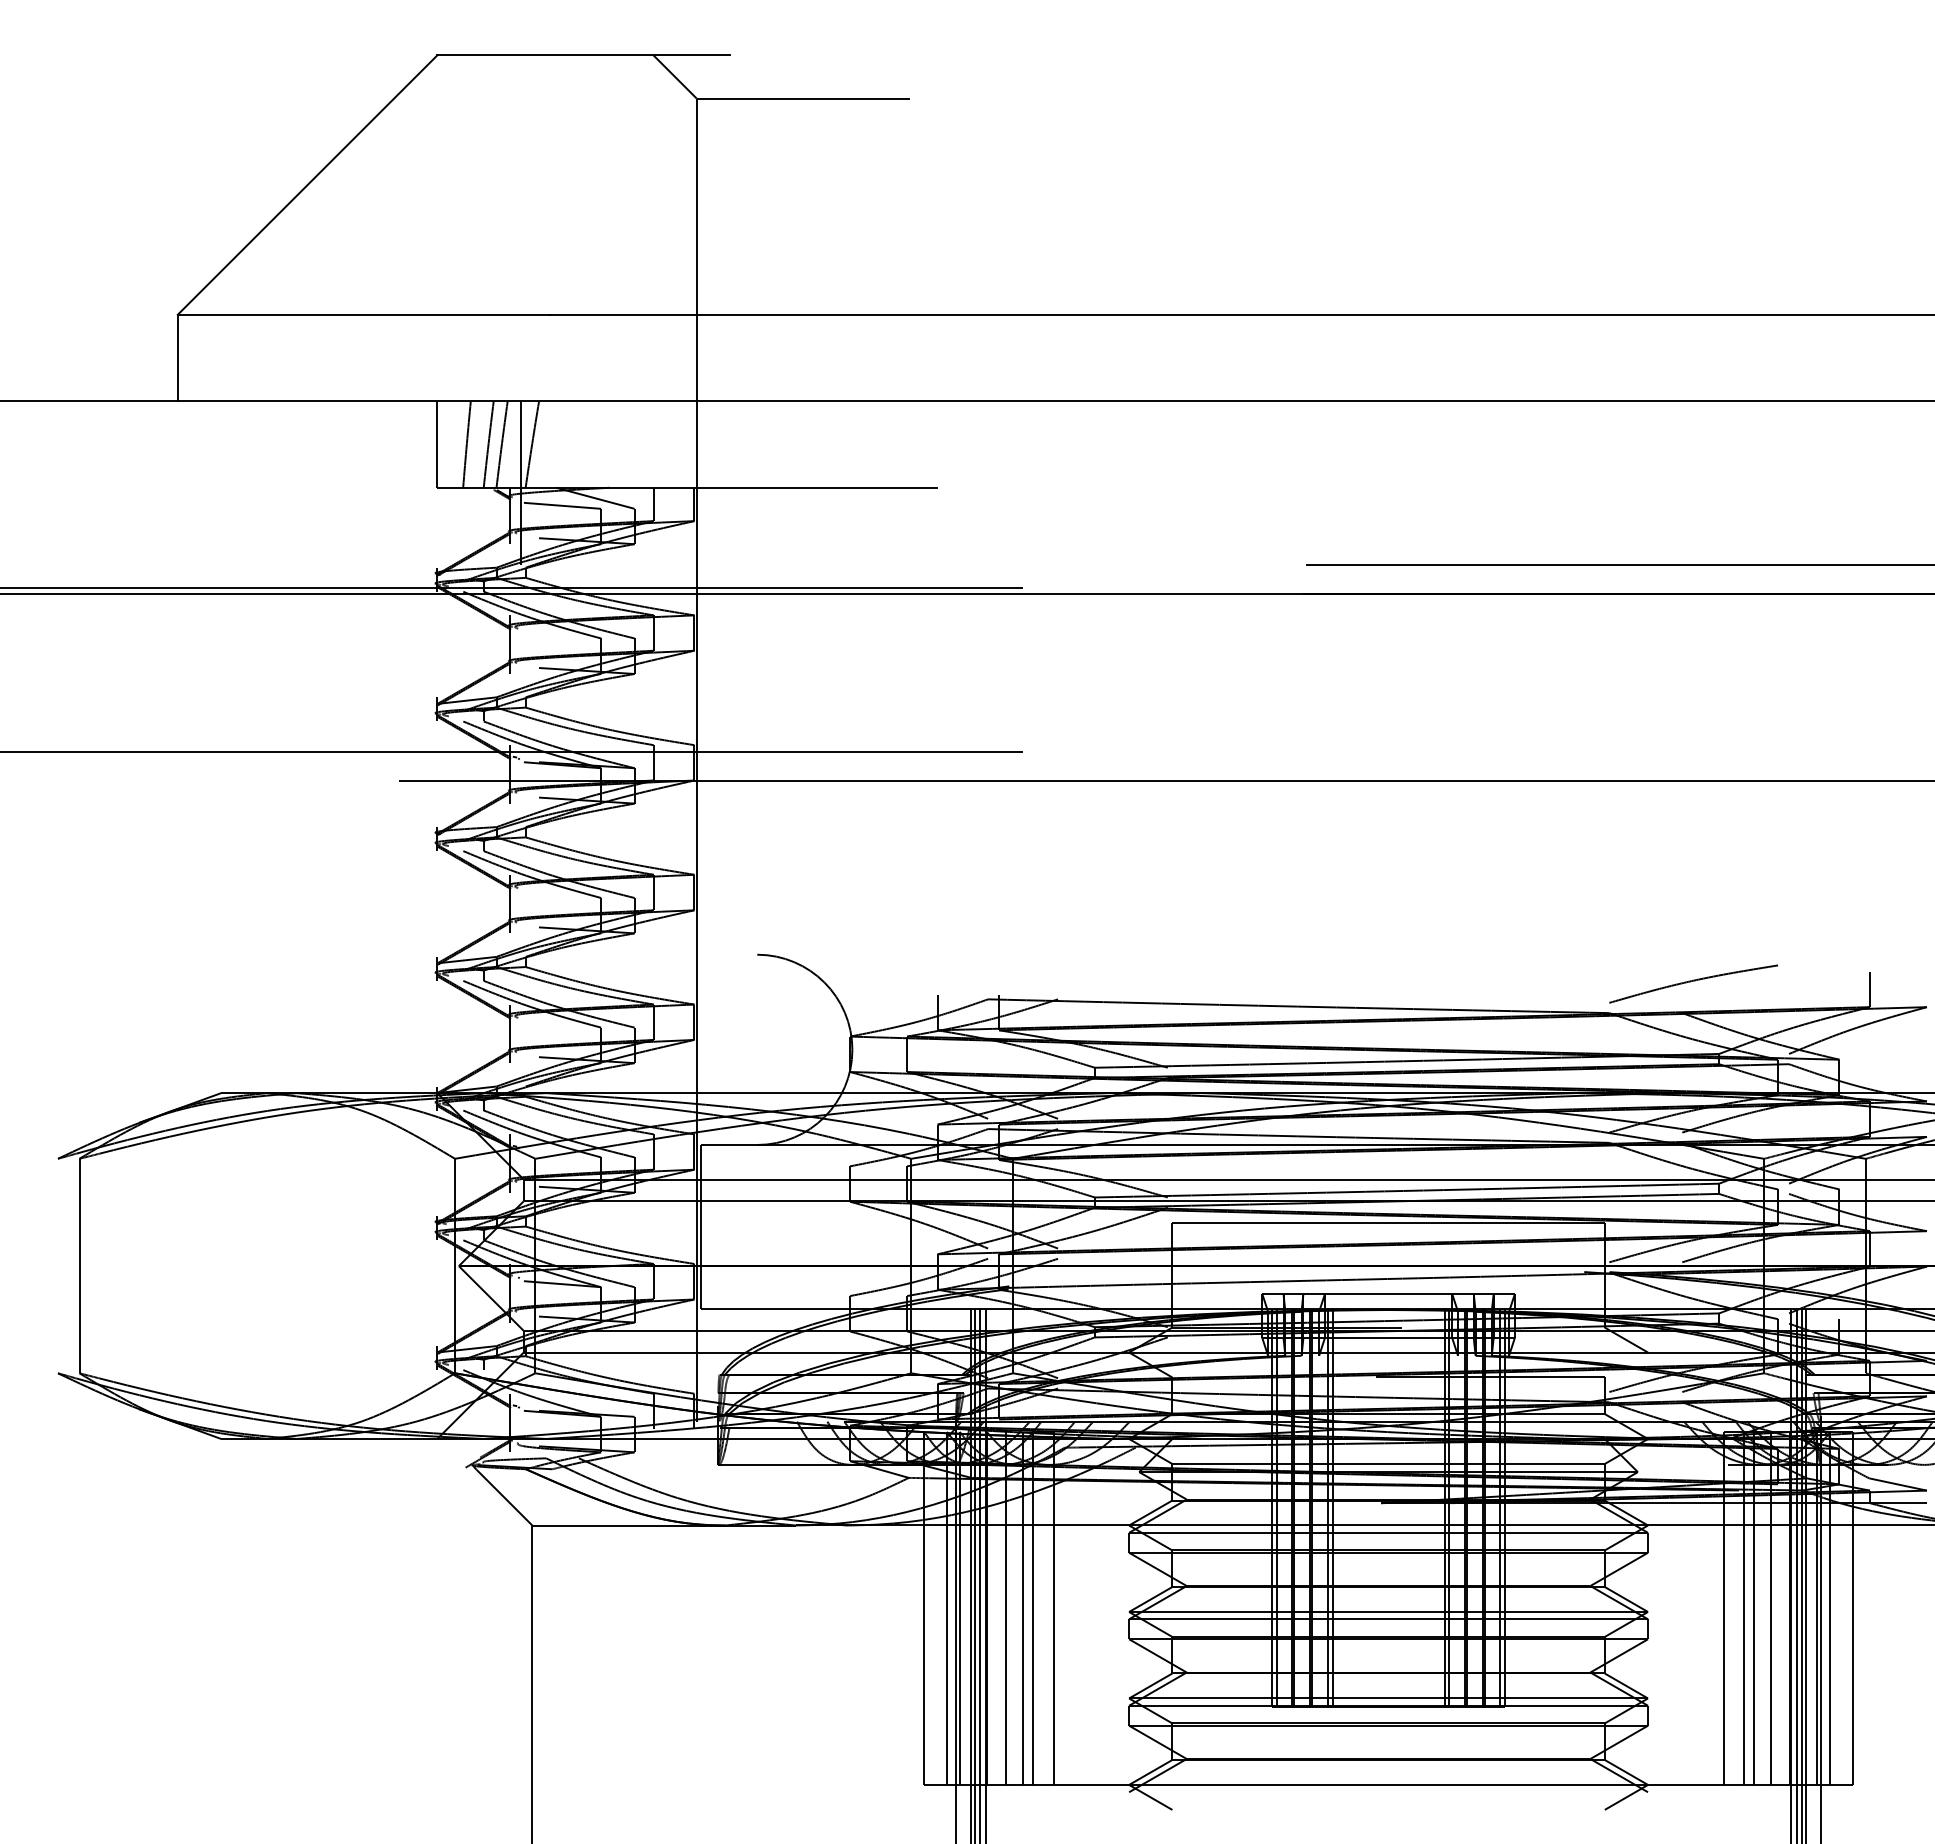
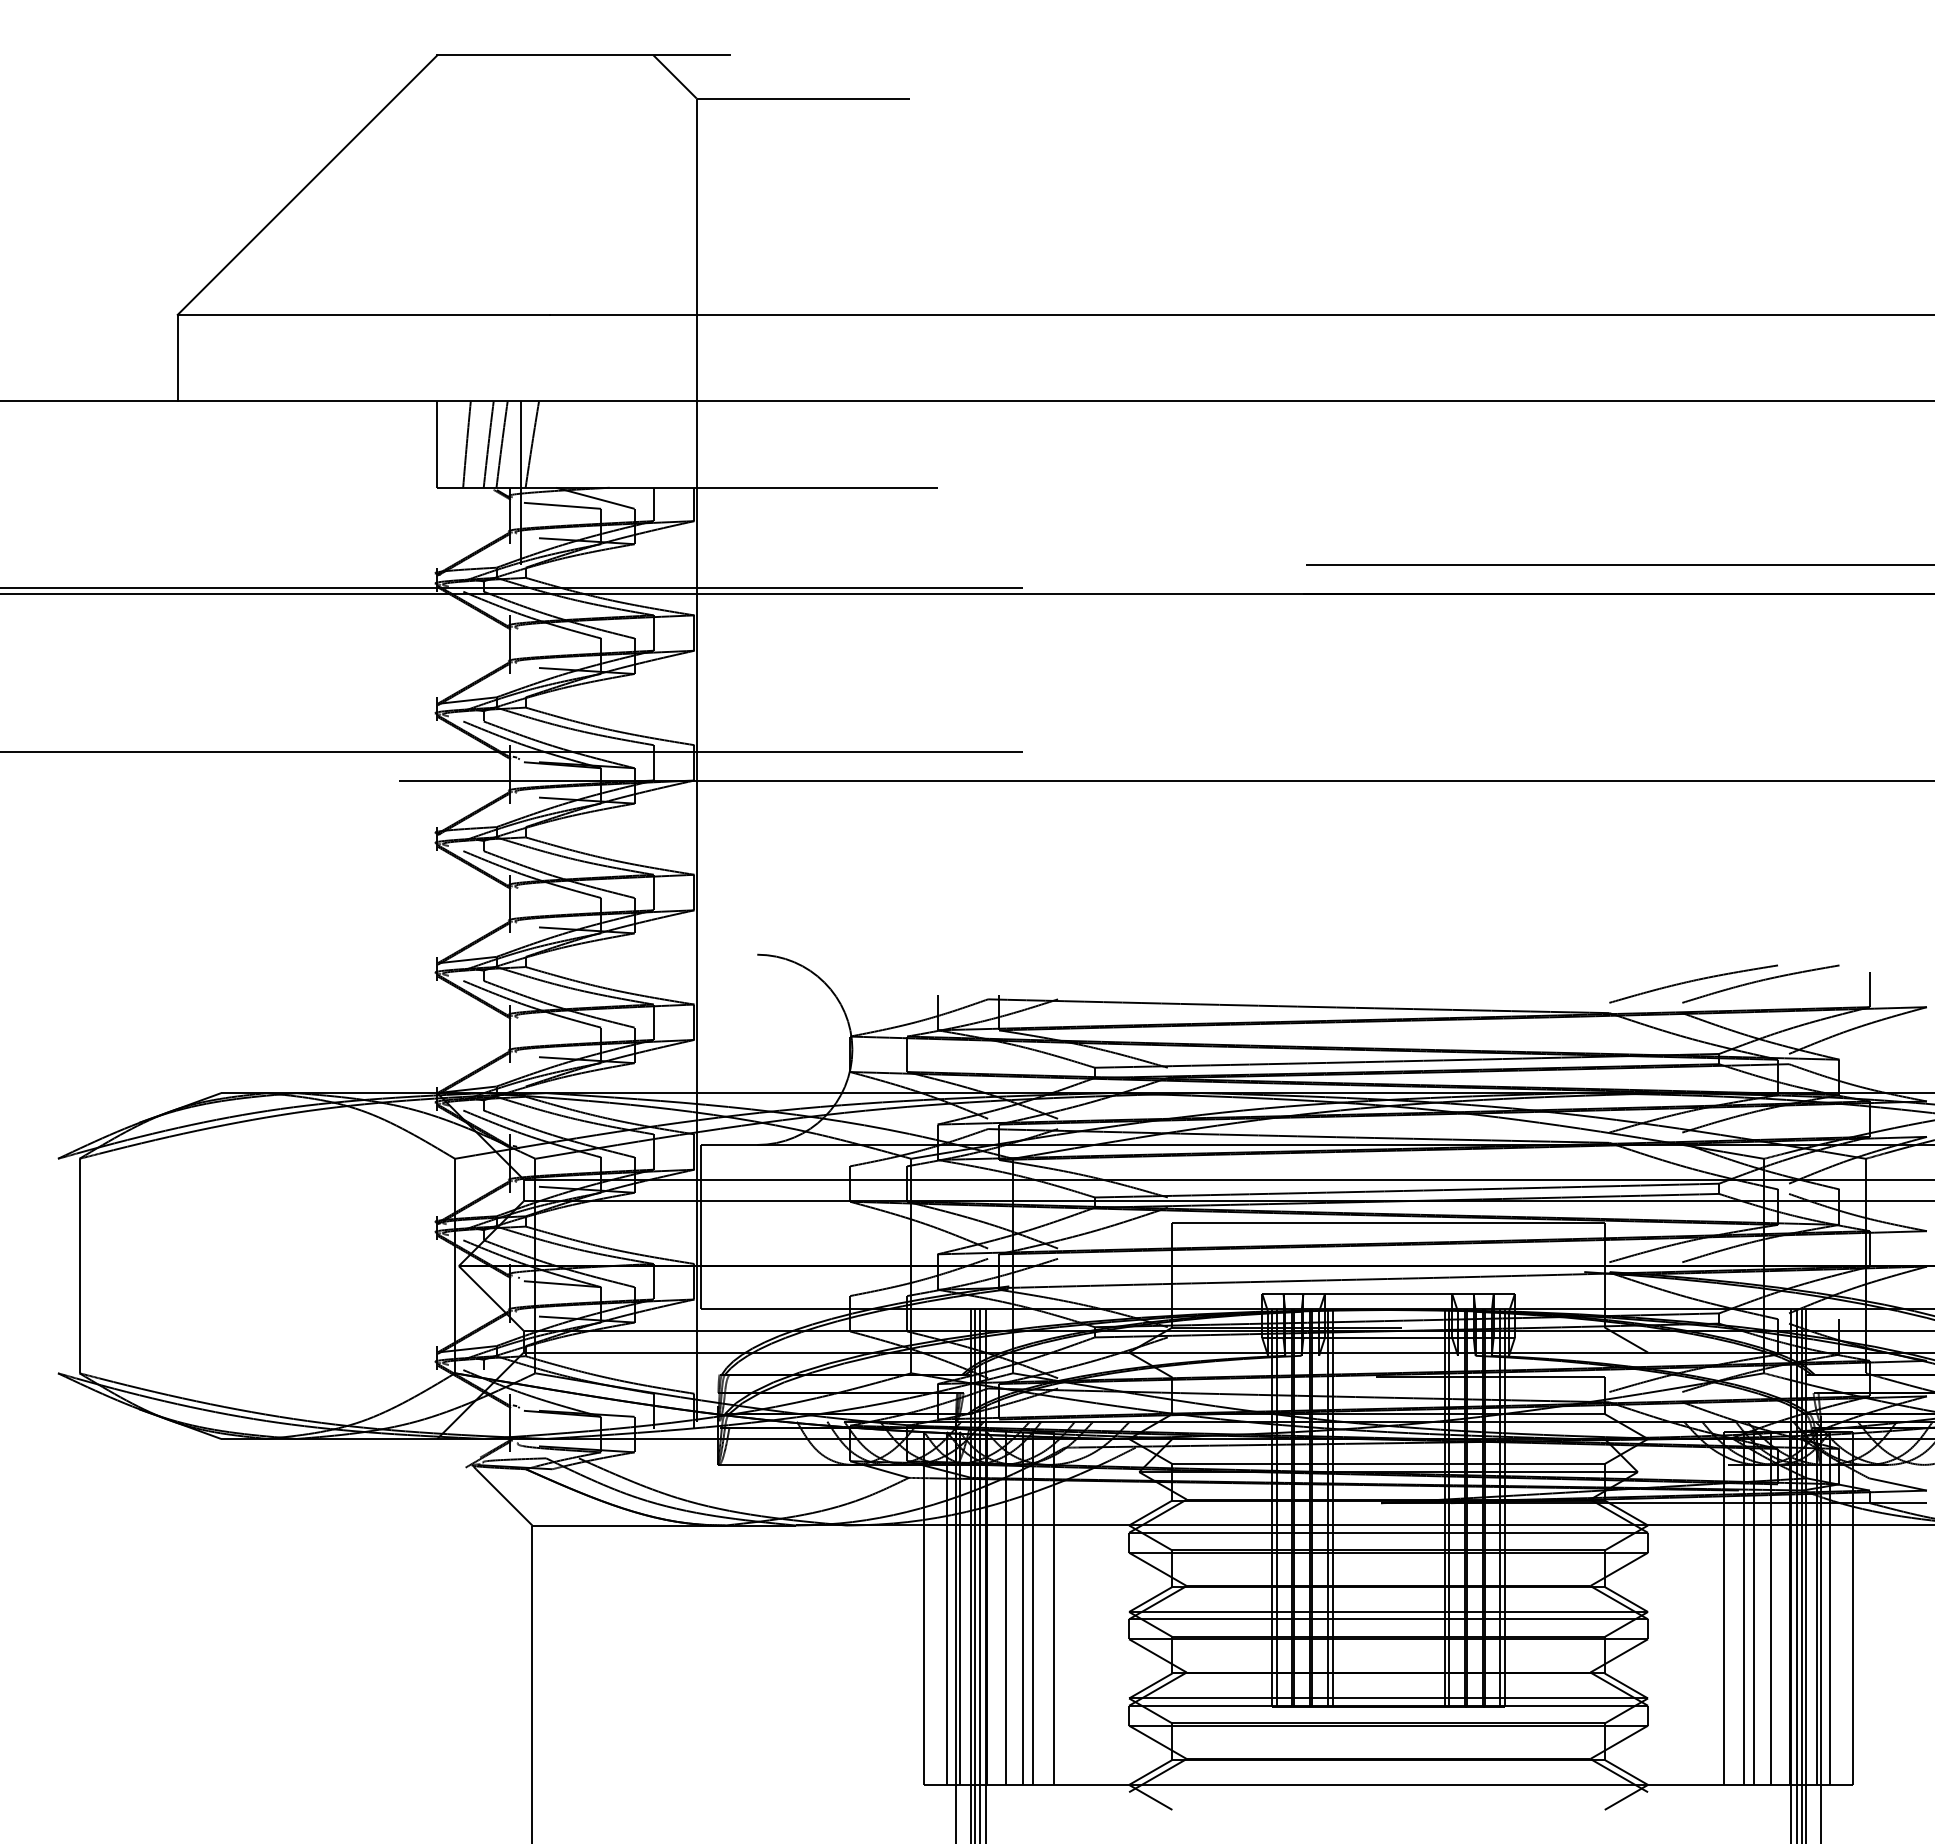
curve at (1760, 981): none -> present
